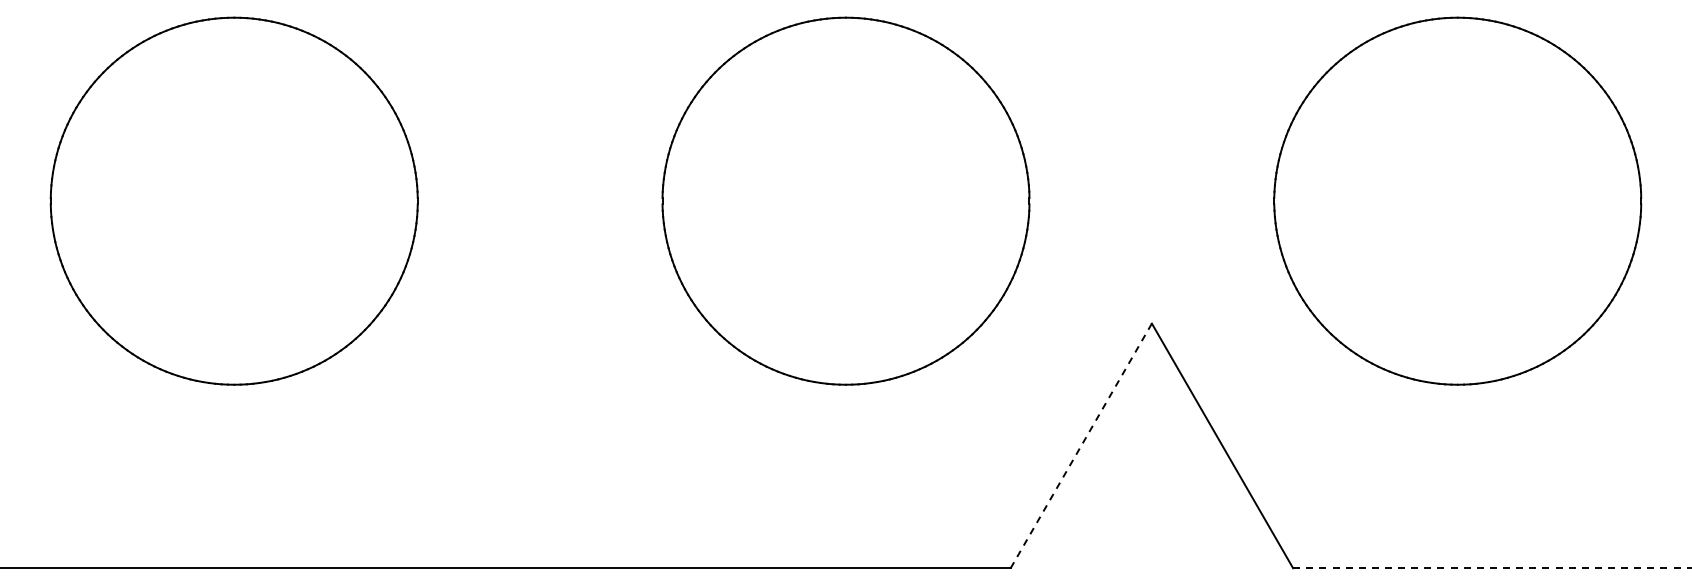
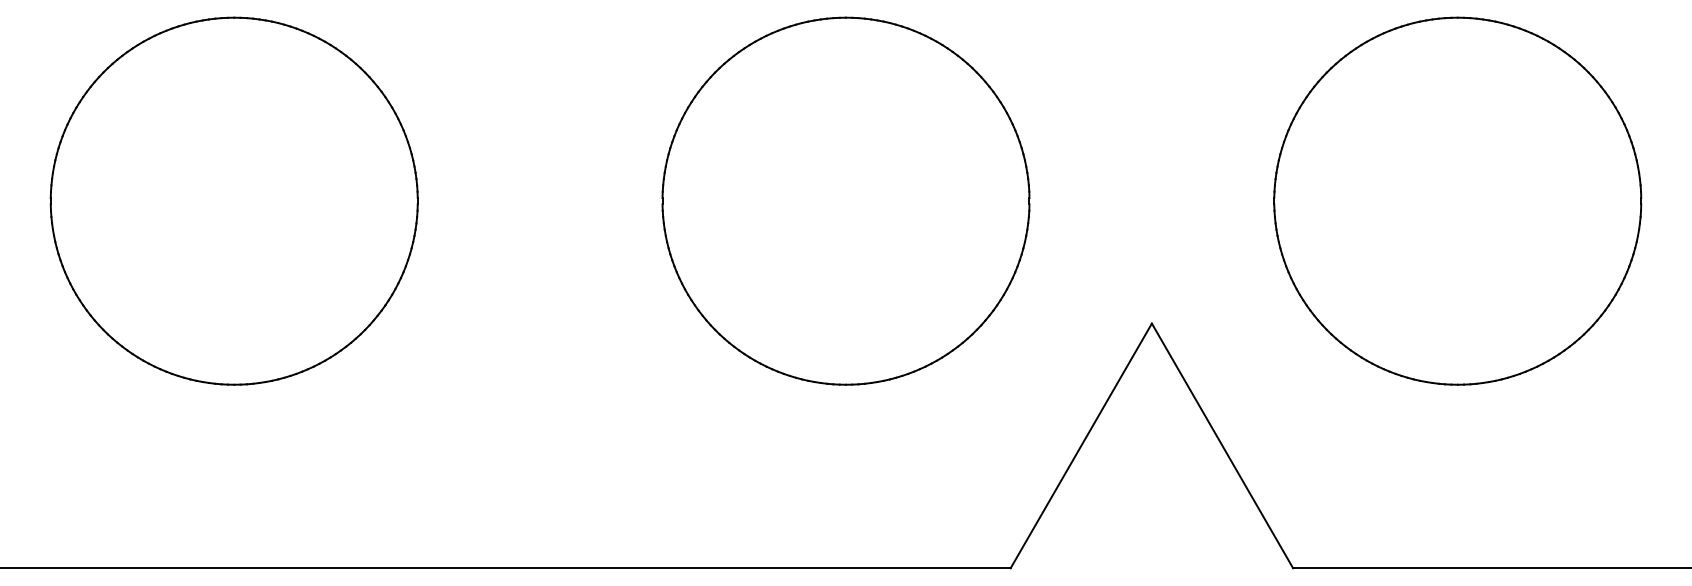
line at (1081, 445): dashed -> solid
line at (1492, 568): dashed -> solid
